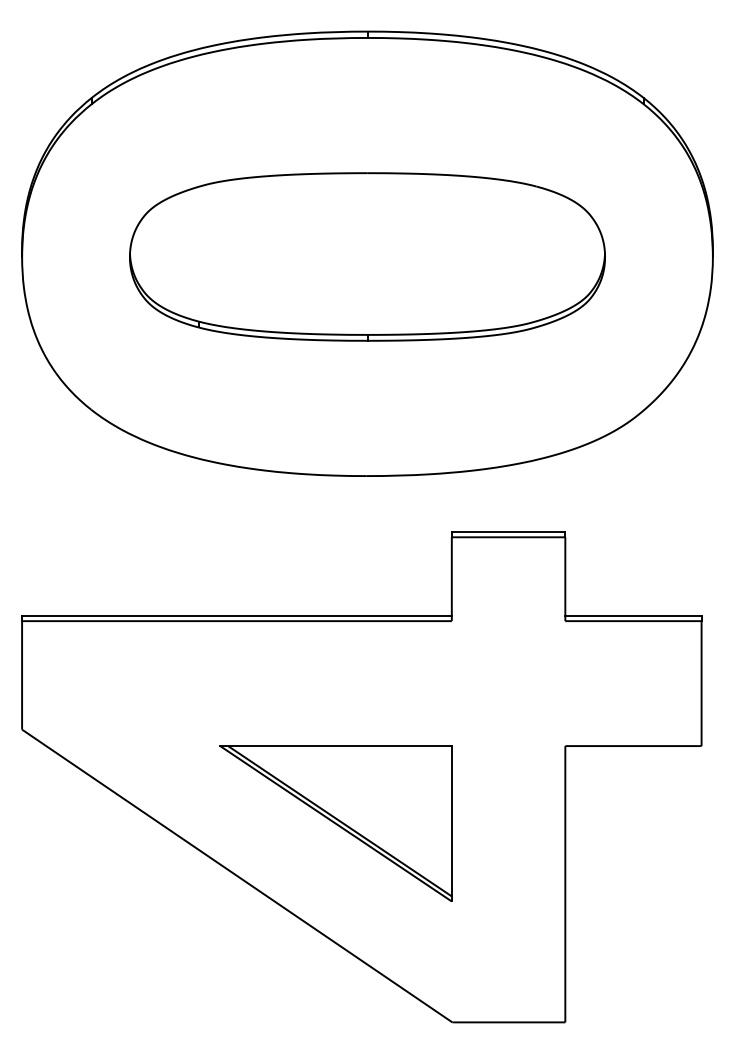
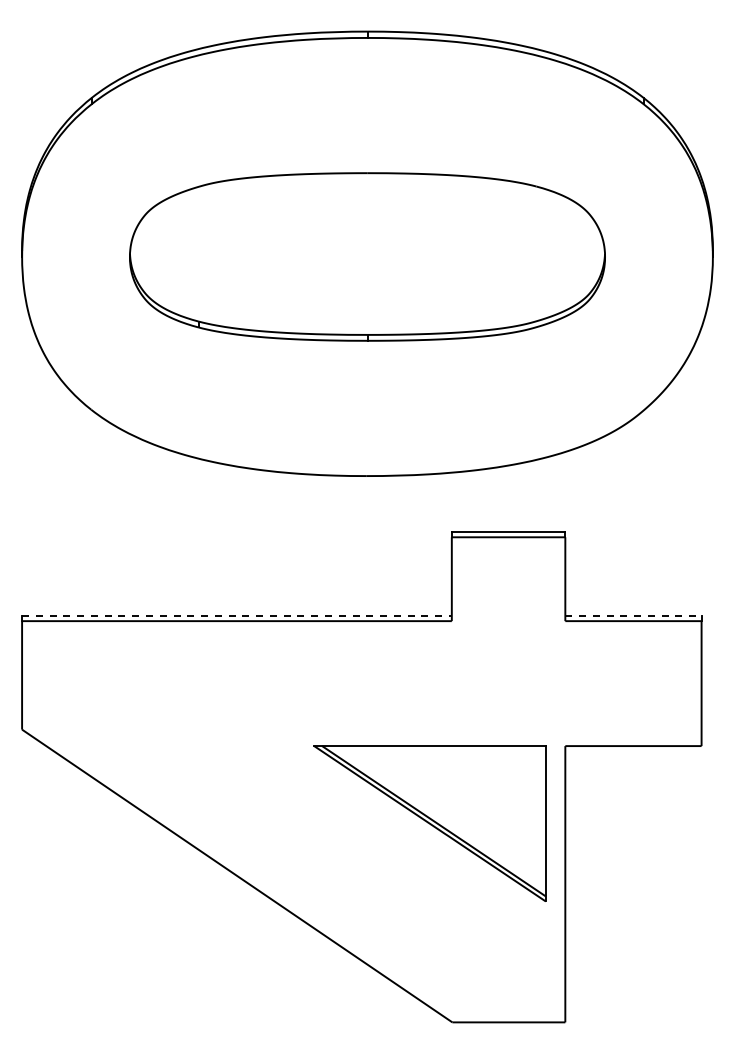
line at (236, 615): solid -> dashed
line at (633, 615): solid -> dashed
part at (335, 823) position: (335, 823) -> (429, 823)
